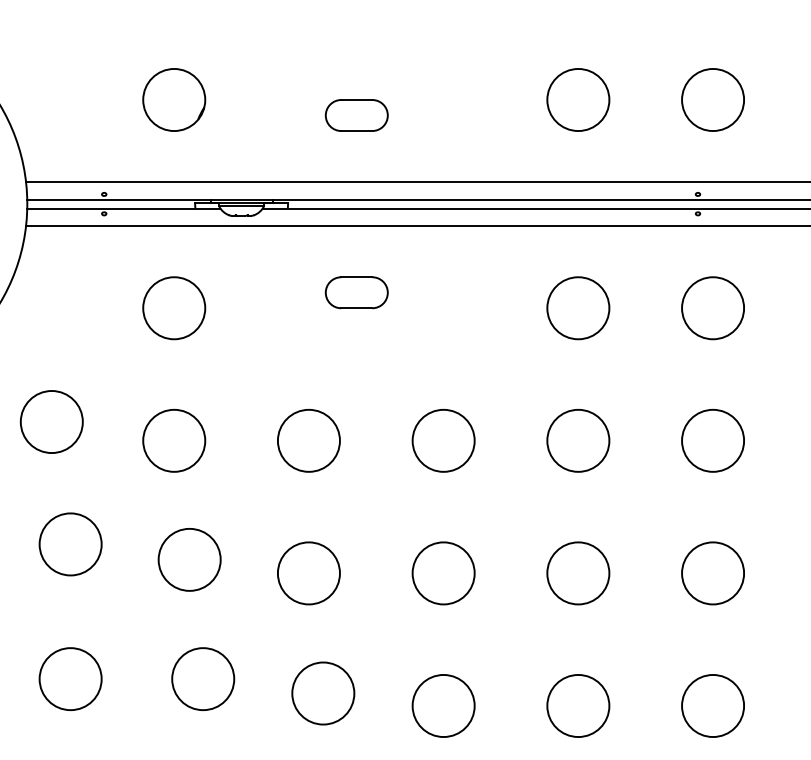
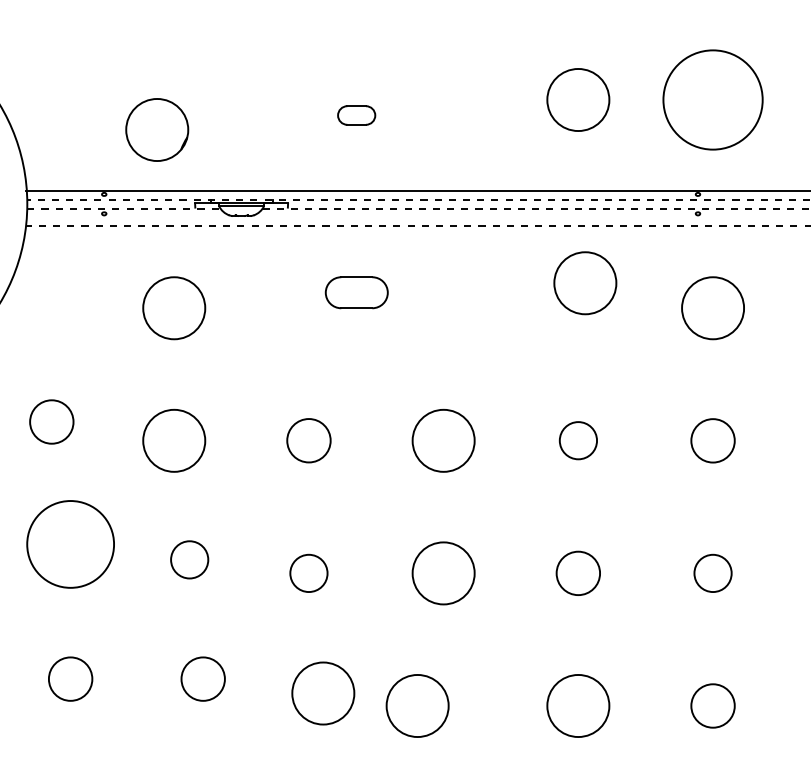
circle at (174, 99) position: (174, 99) -> (157, 129)
circle at (713, 100) diameter: 62 px -> 99 px
part at (356, 115) size: 65x33 px -> 40x21 px
line at (416, 181) position: (416, 181) -> (416, 190)
line at (418, 199): solid -> dashed
line at (123, 208): solid -> dashed
line at (536, 208): solid -> dashed
line at (417, 226): solid -> dashed
circle at (578, 308) position: (578, 308) -> (585, 283)
circle at (51, 422) diameter: 62 px -> 43 px
circle at (308, 440) size: 64x65 px -> 46x46 px
circle at (578, 440) size: 65x65 px -> 40x40 px
circle at (713, 440) diameter: 62 px -> 43 px
circle at (70, 544) diameter: 62 px -> 87 px
circle at (189, 559) diameter: 62 px -> 37 px
circle at (308, 573) diameter: 62 px -> 37 px
circle at (578, 573) diameter: 62 px -> 43 px
circle at (713, 573) diameter: 62 px -> 37 px
circle at (70, 679) diameter: 62 px -> 43 px
circle at (203, 679) diameter: 62 px -> 43 px
circle at (443, 705) position: (443, 705) -> (417, 705)
circle at (713, 705) diameter: 62 px -> 43 px
